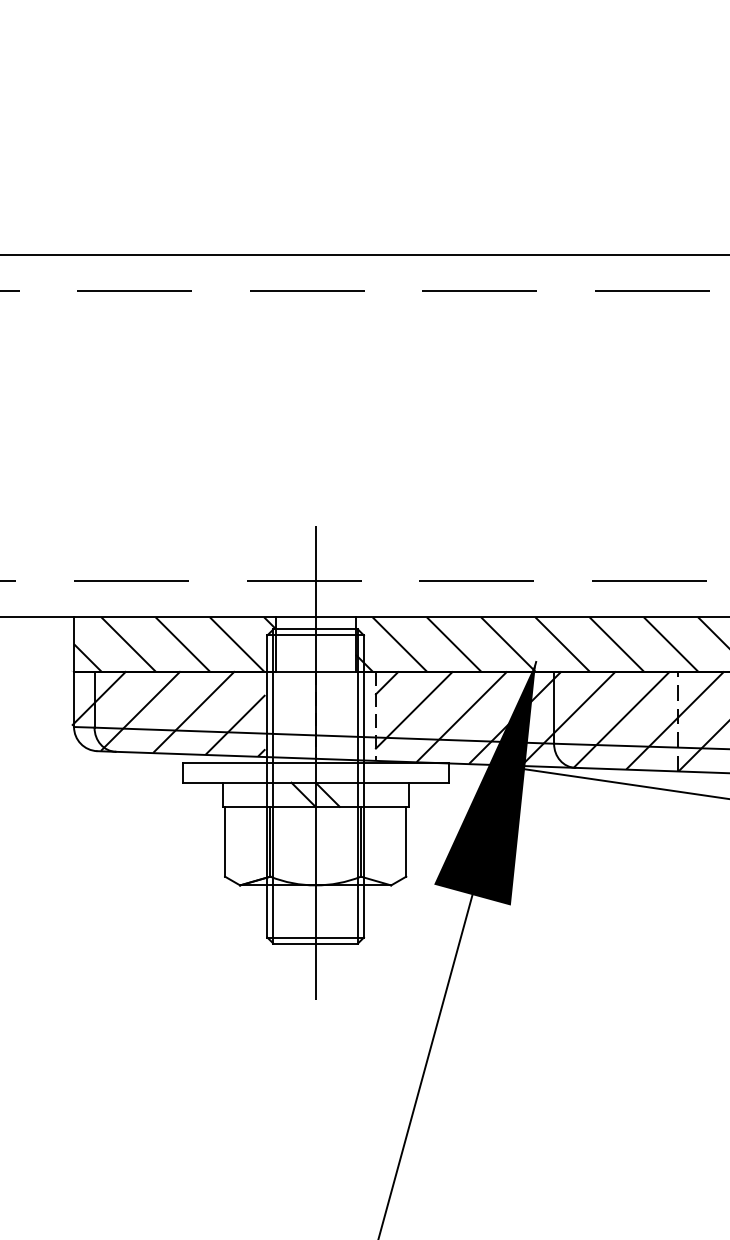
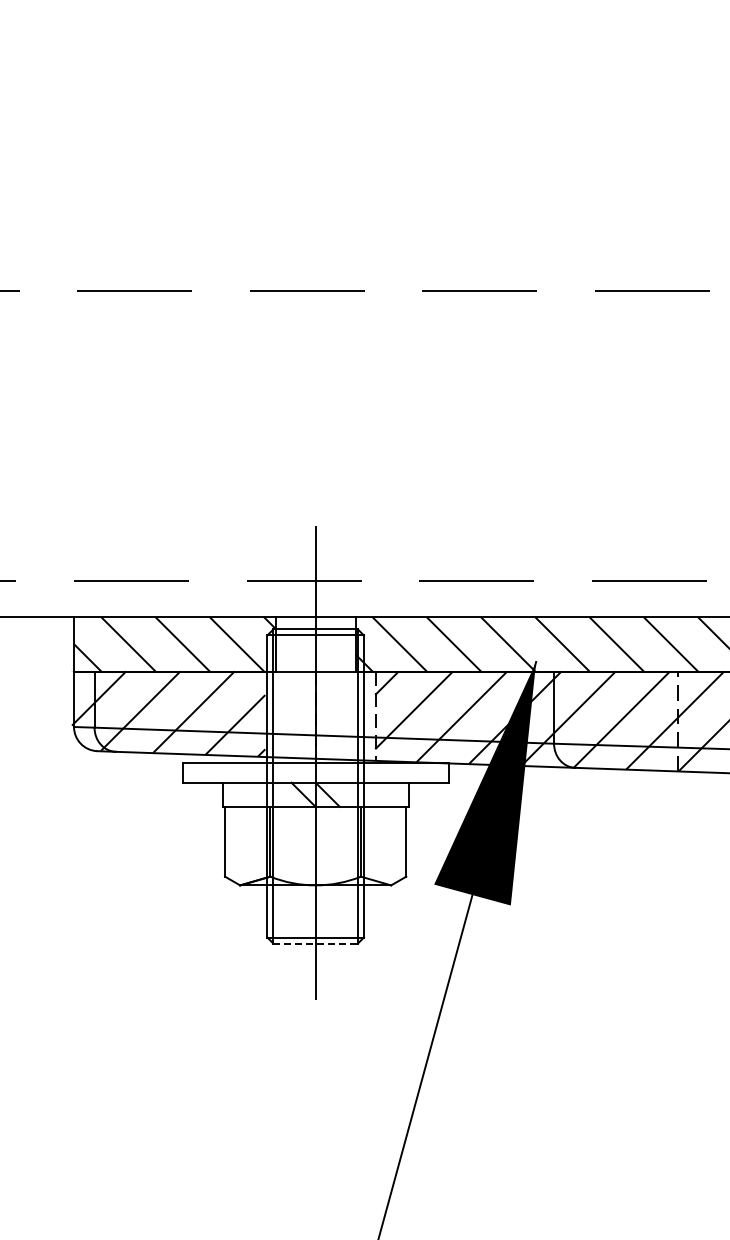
line at (364, 254): present -> none
line at (611, 781): present -> none
line at (316, 943): solid -> dashed
